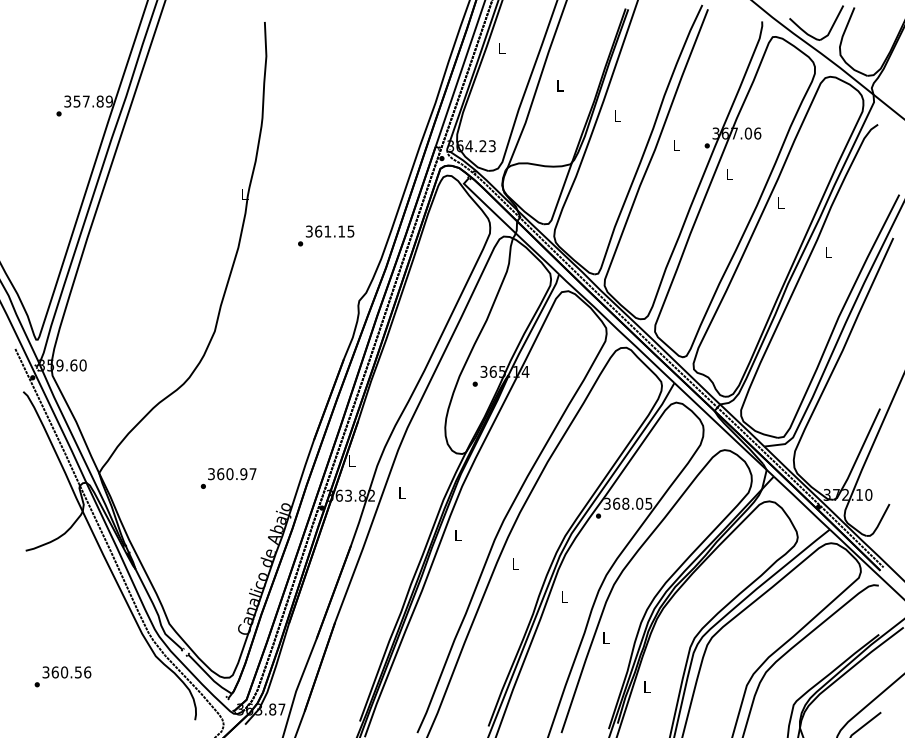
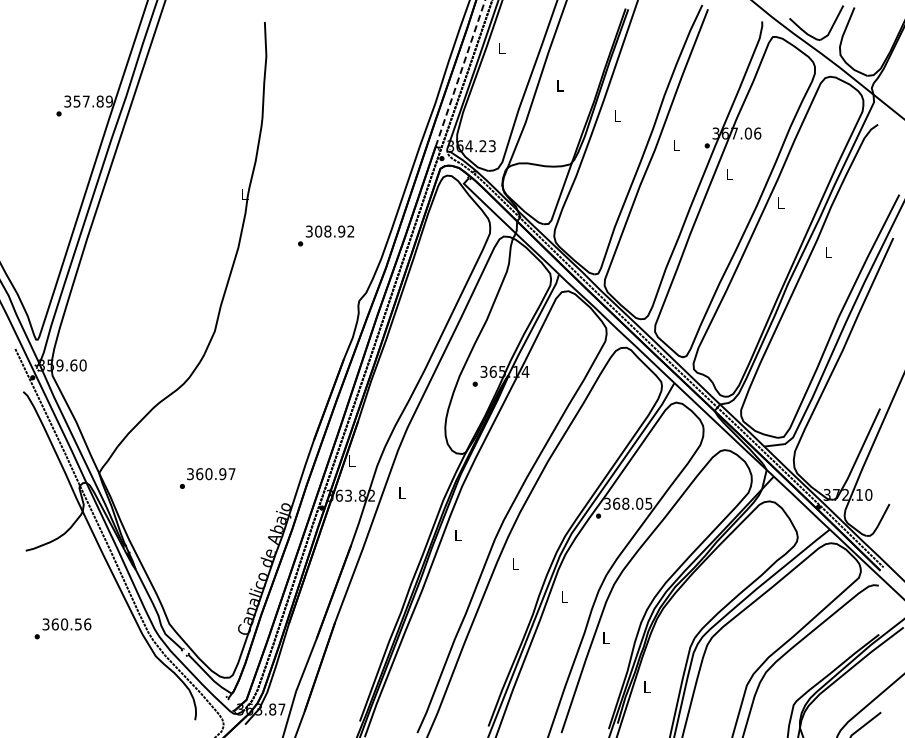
line at (460, 73): solid -> dashed
text at (334, 231): 361.15 -> 308.92
text at (228, 478) position: (228, 478) -> (207, 478)
text at (62, 676) position: (62, 676) -> (62, 628)
